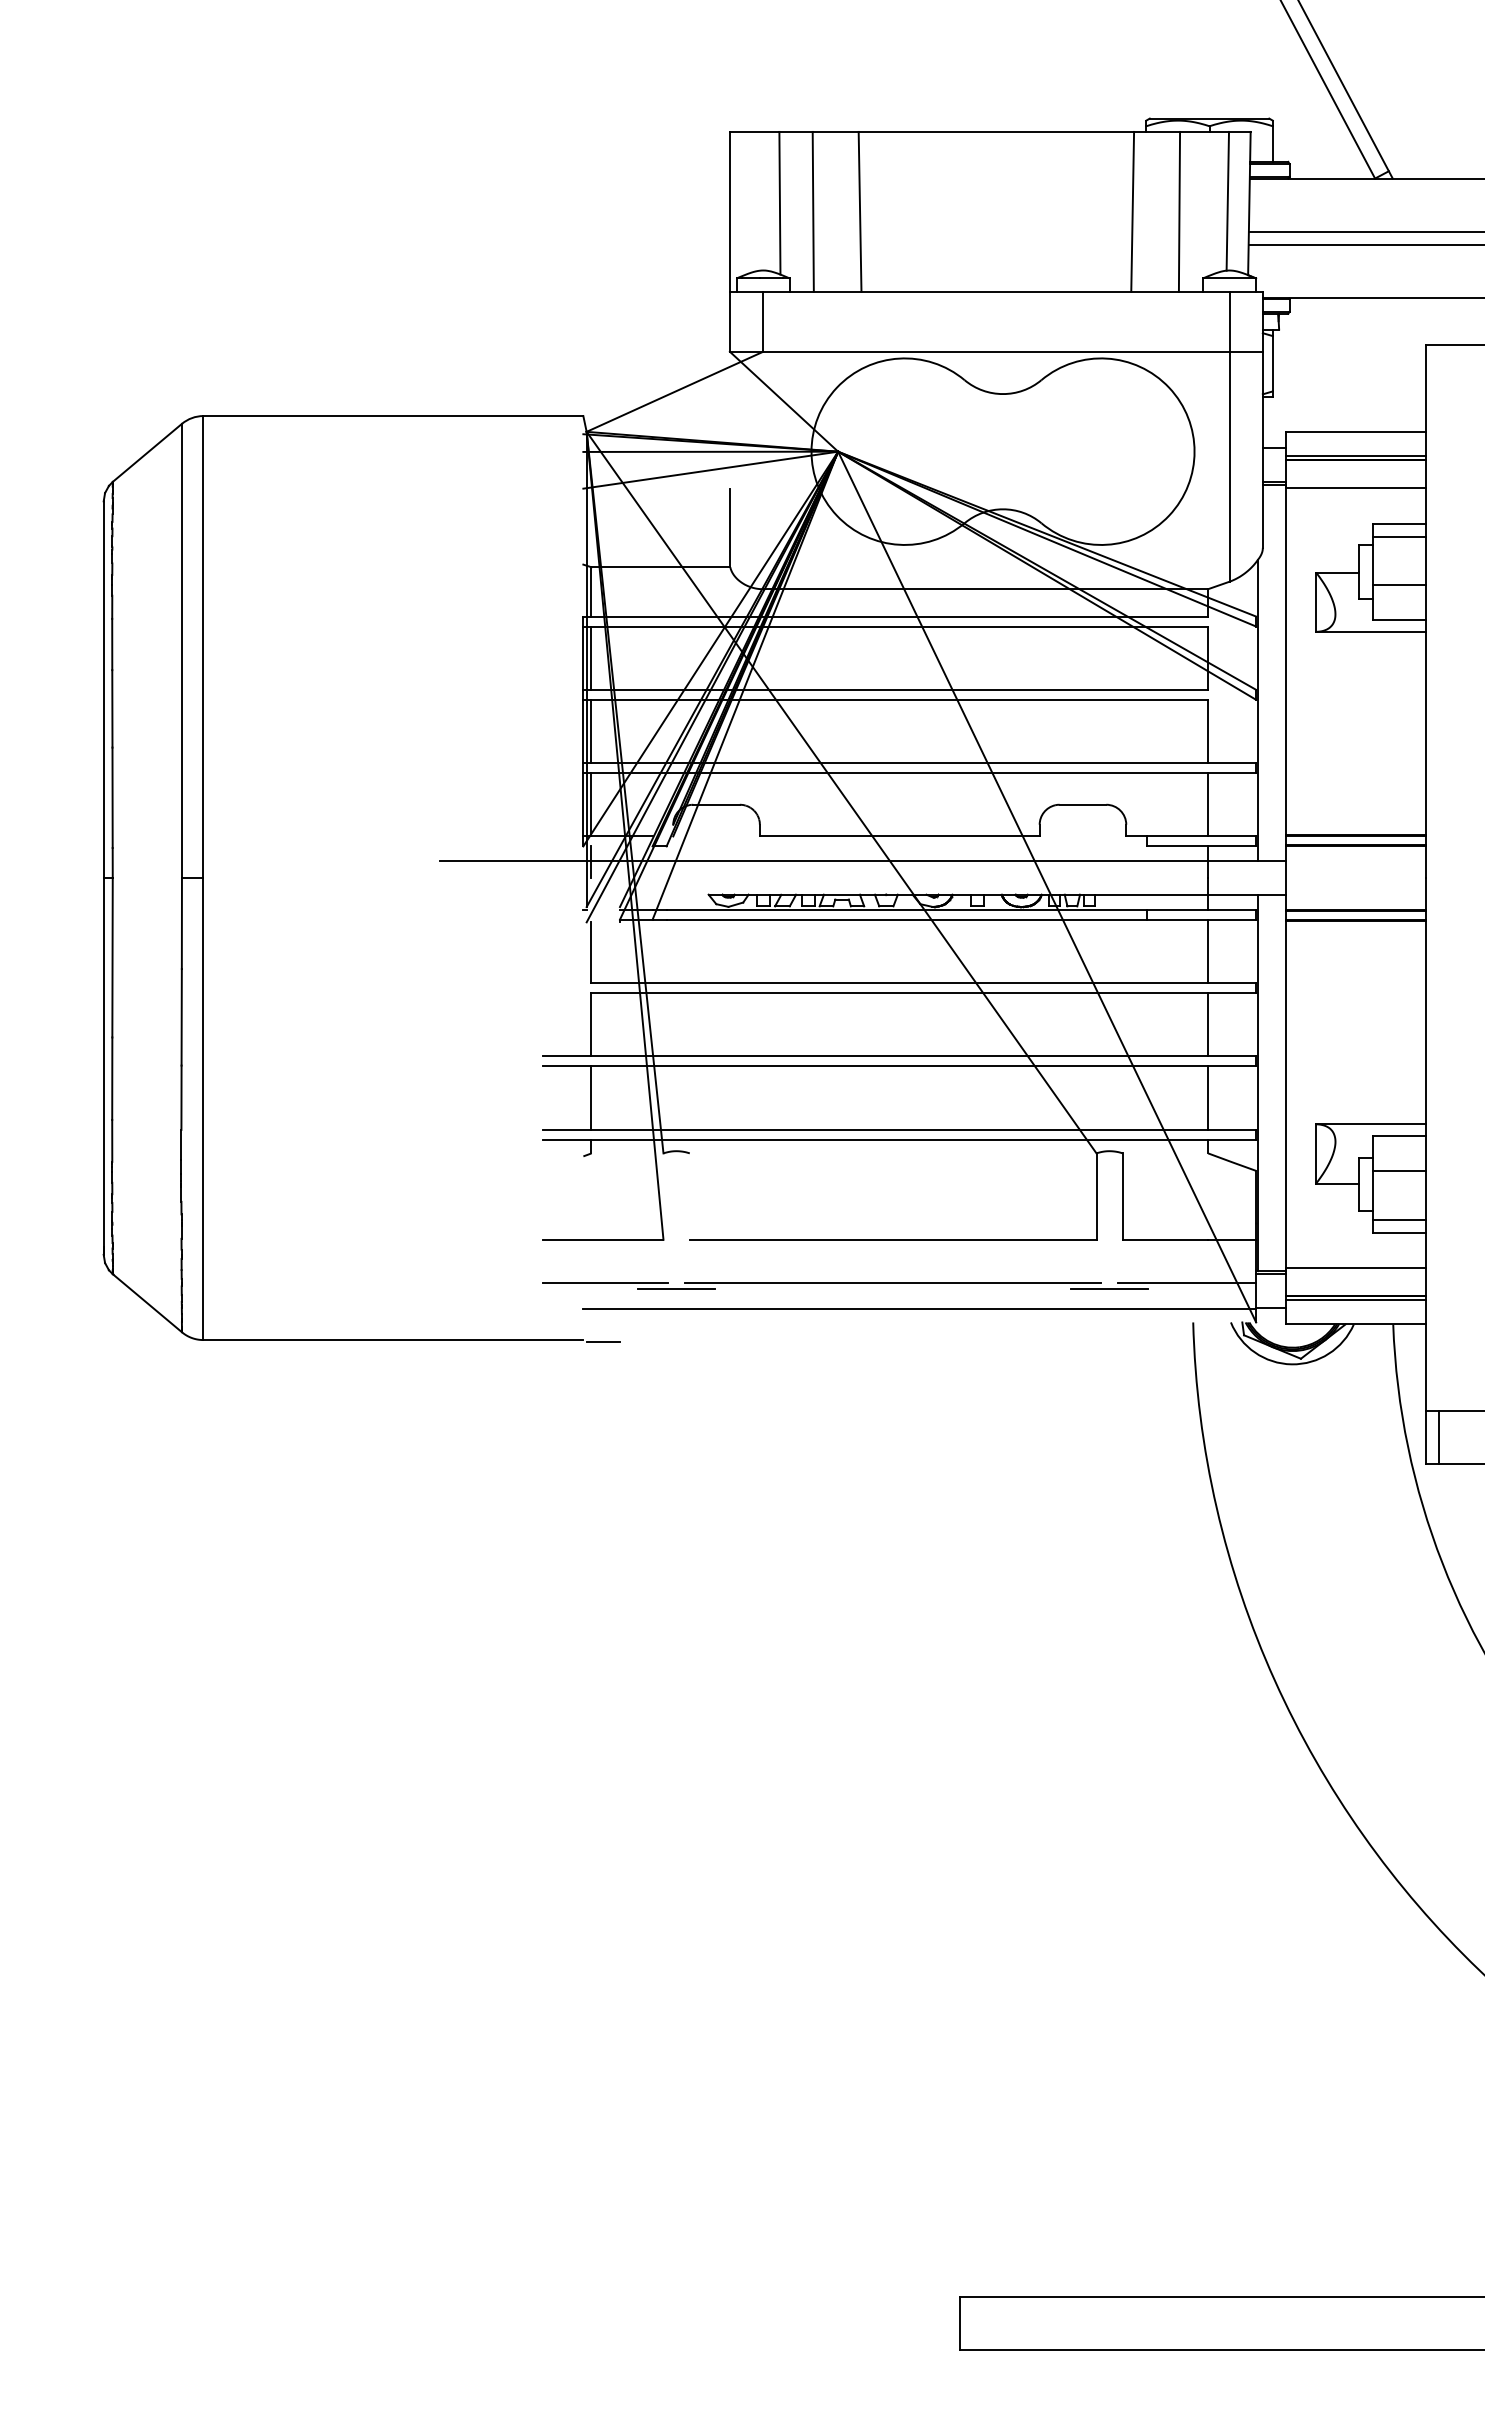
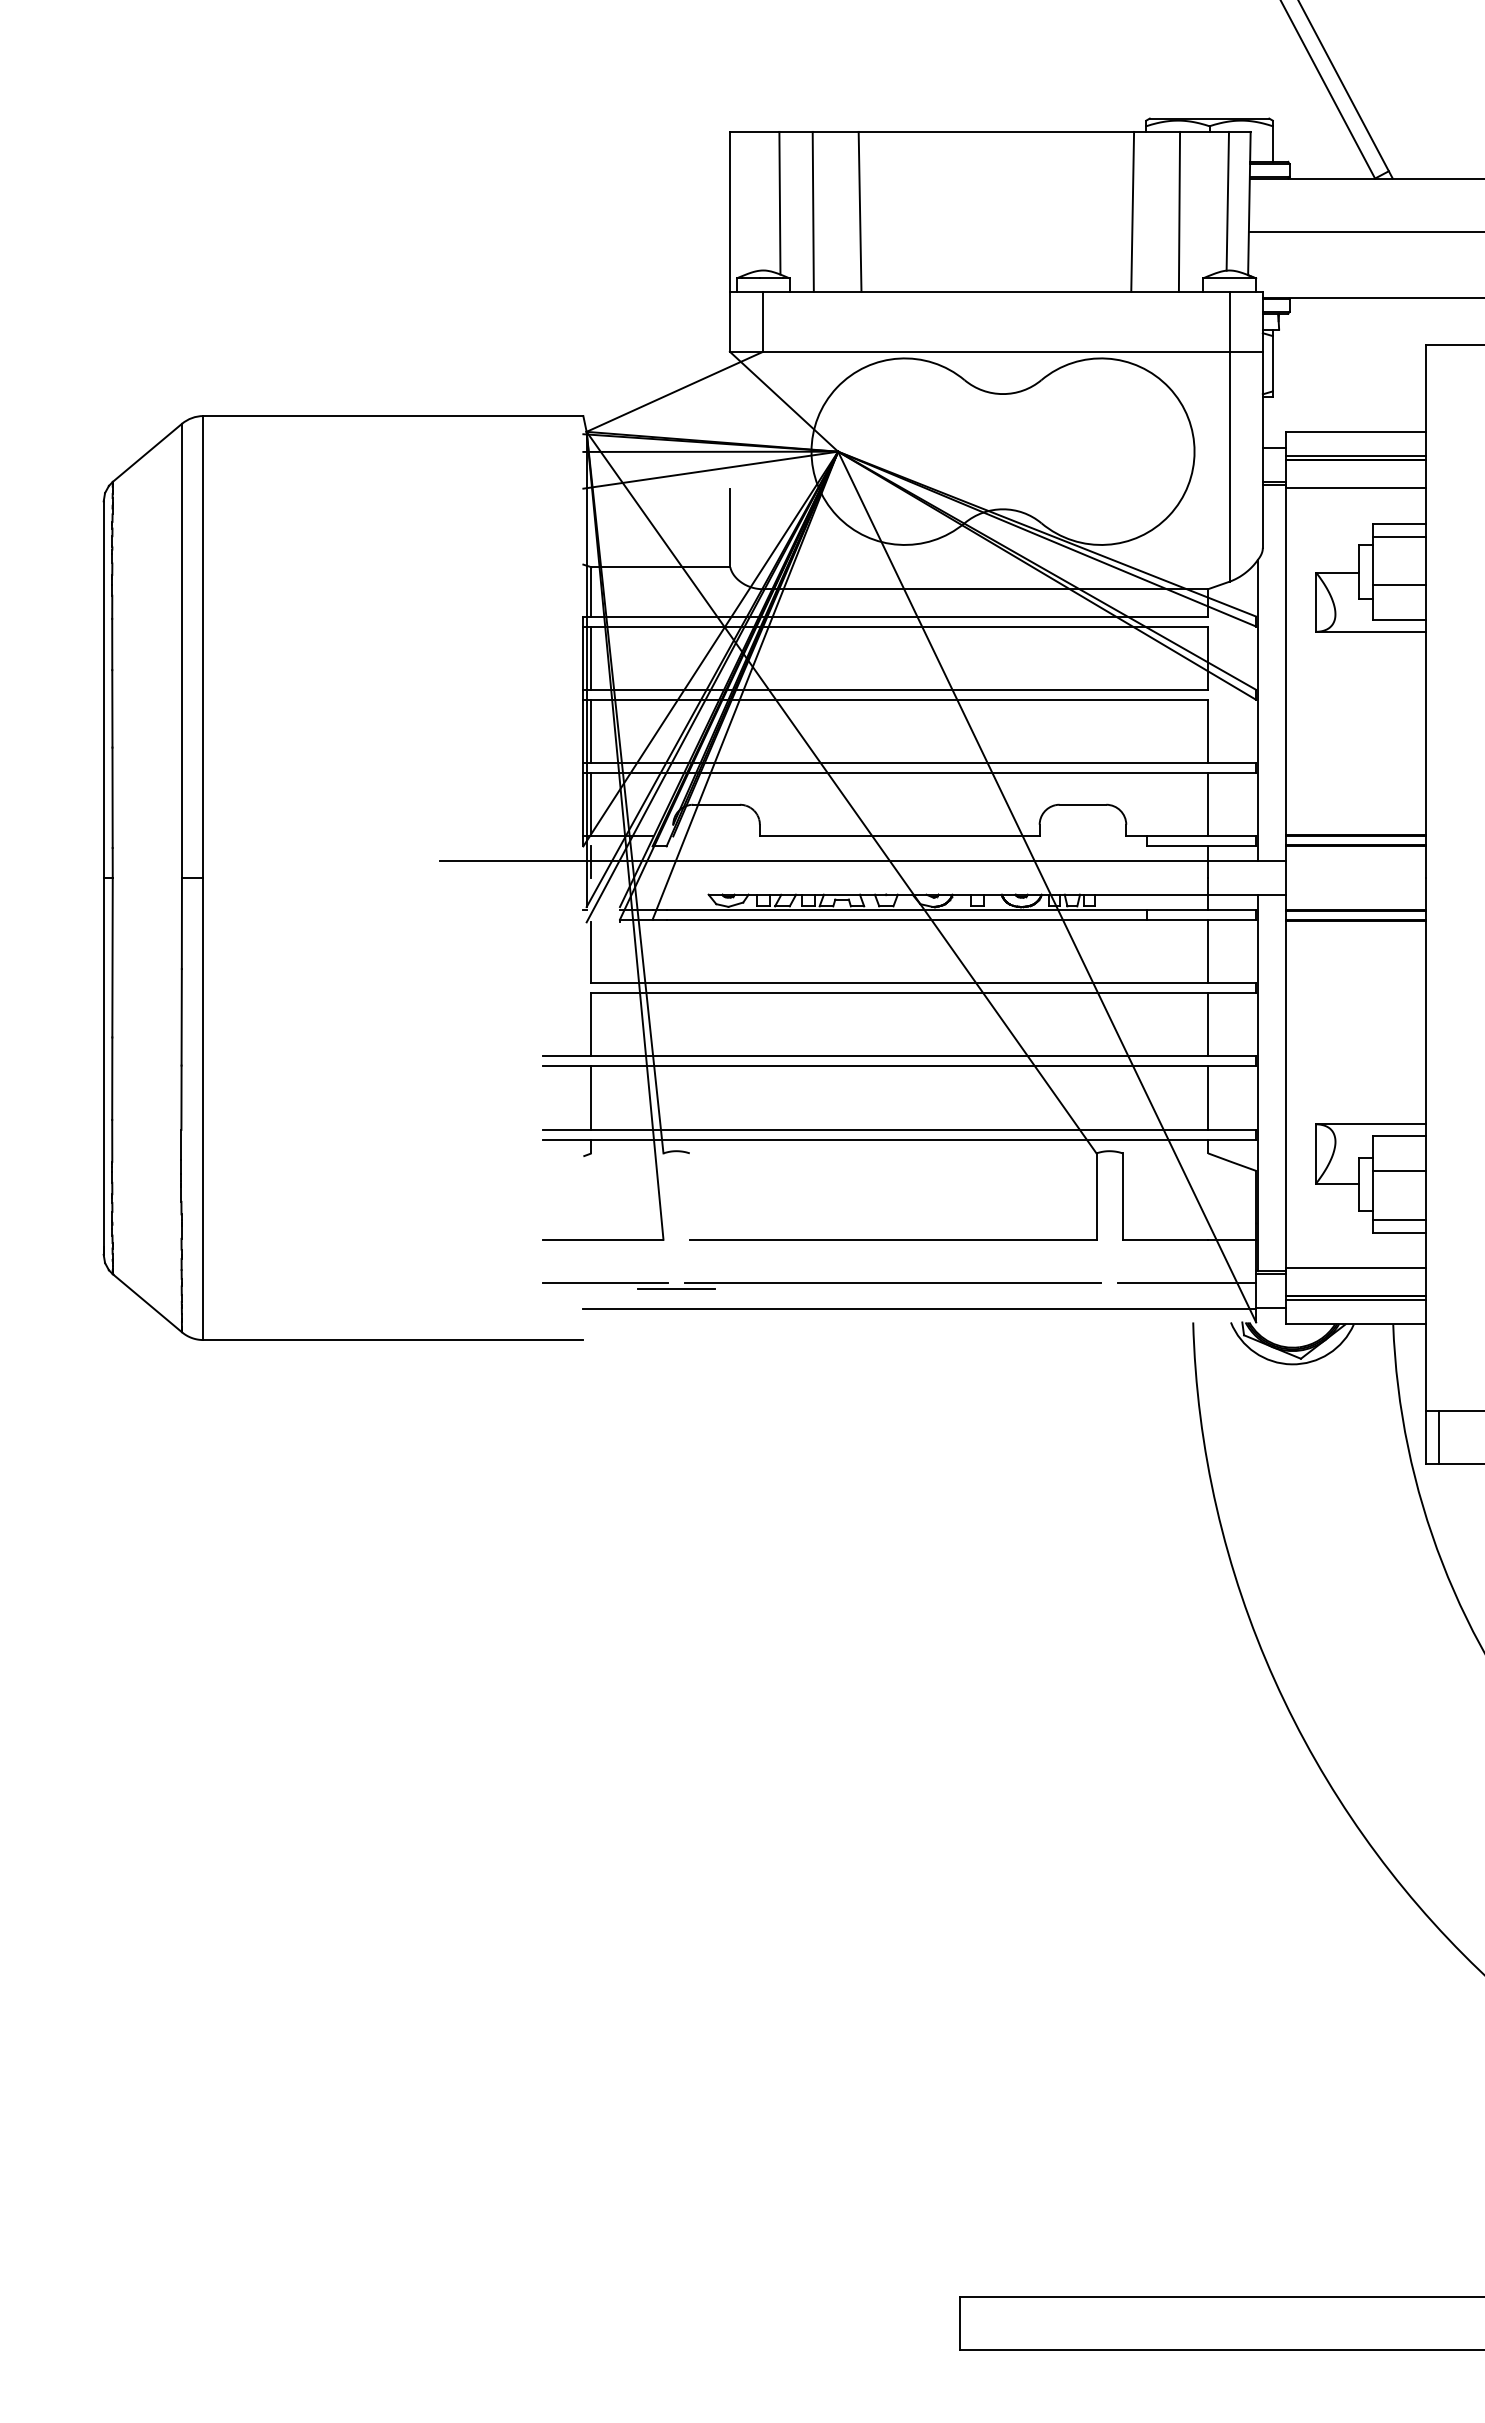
line at (1364, 245): present -> none
line at (1109, 1289): present -> none
line at (602, 1342): present -> none
